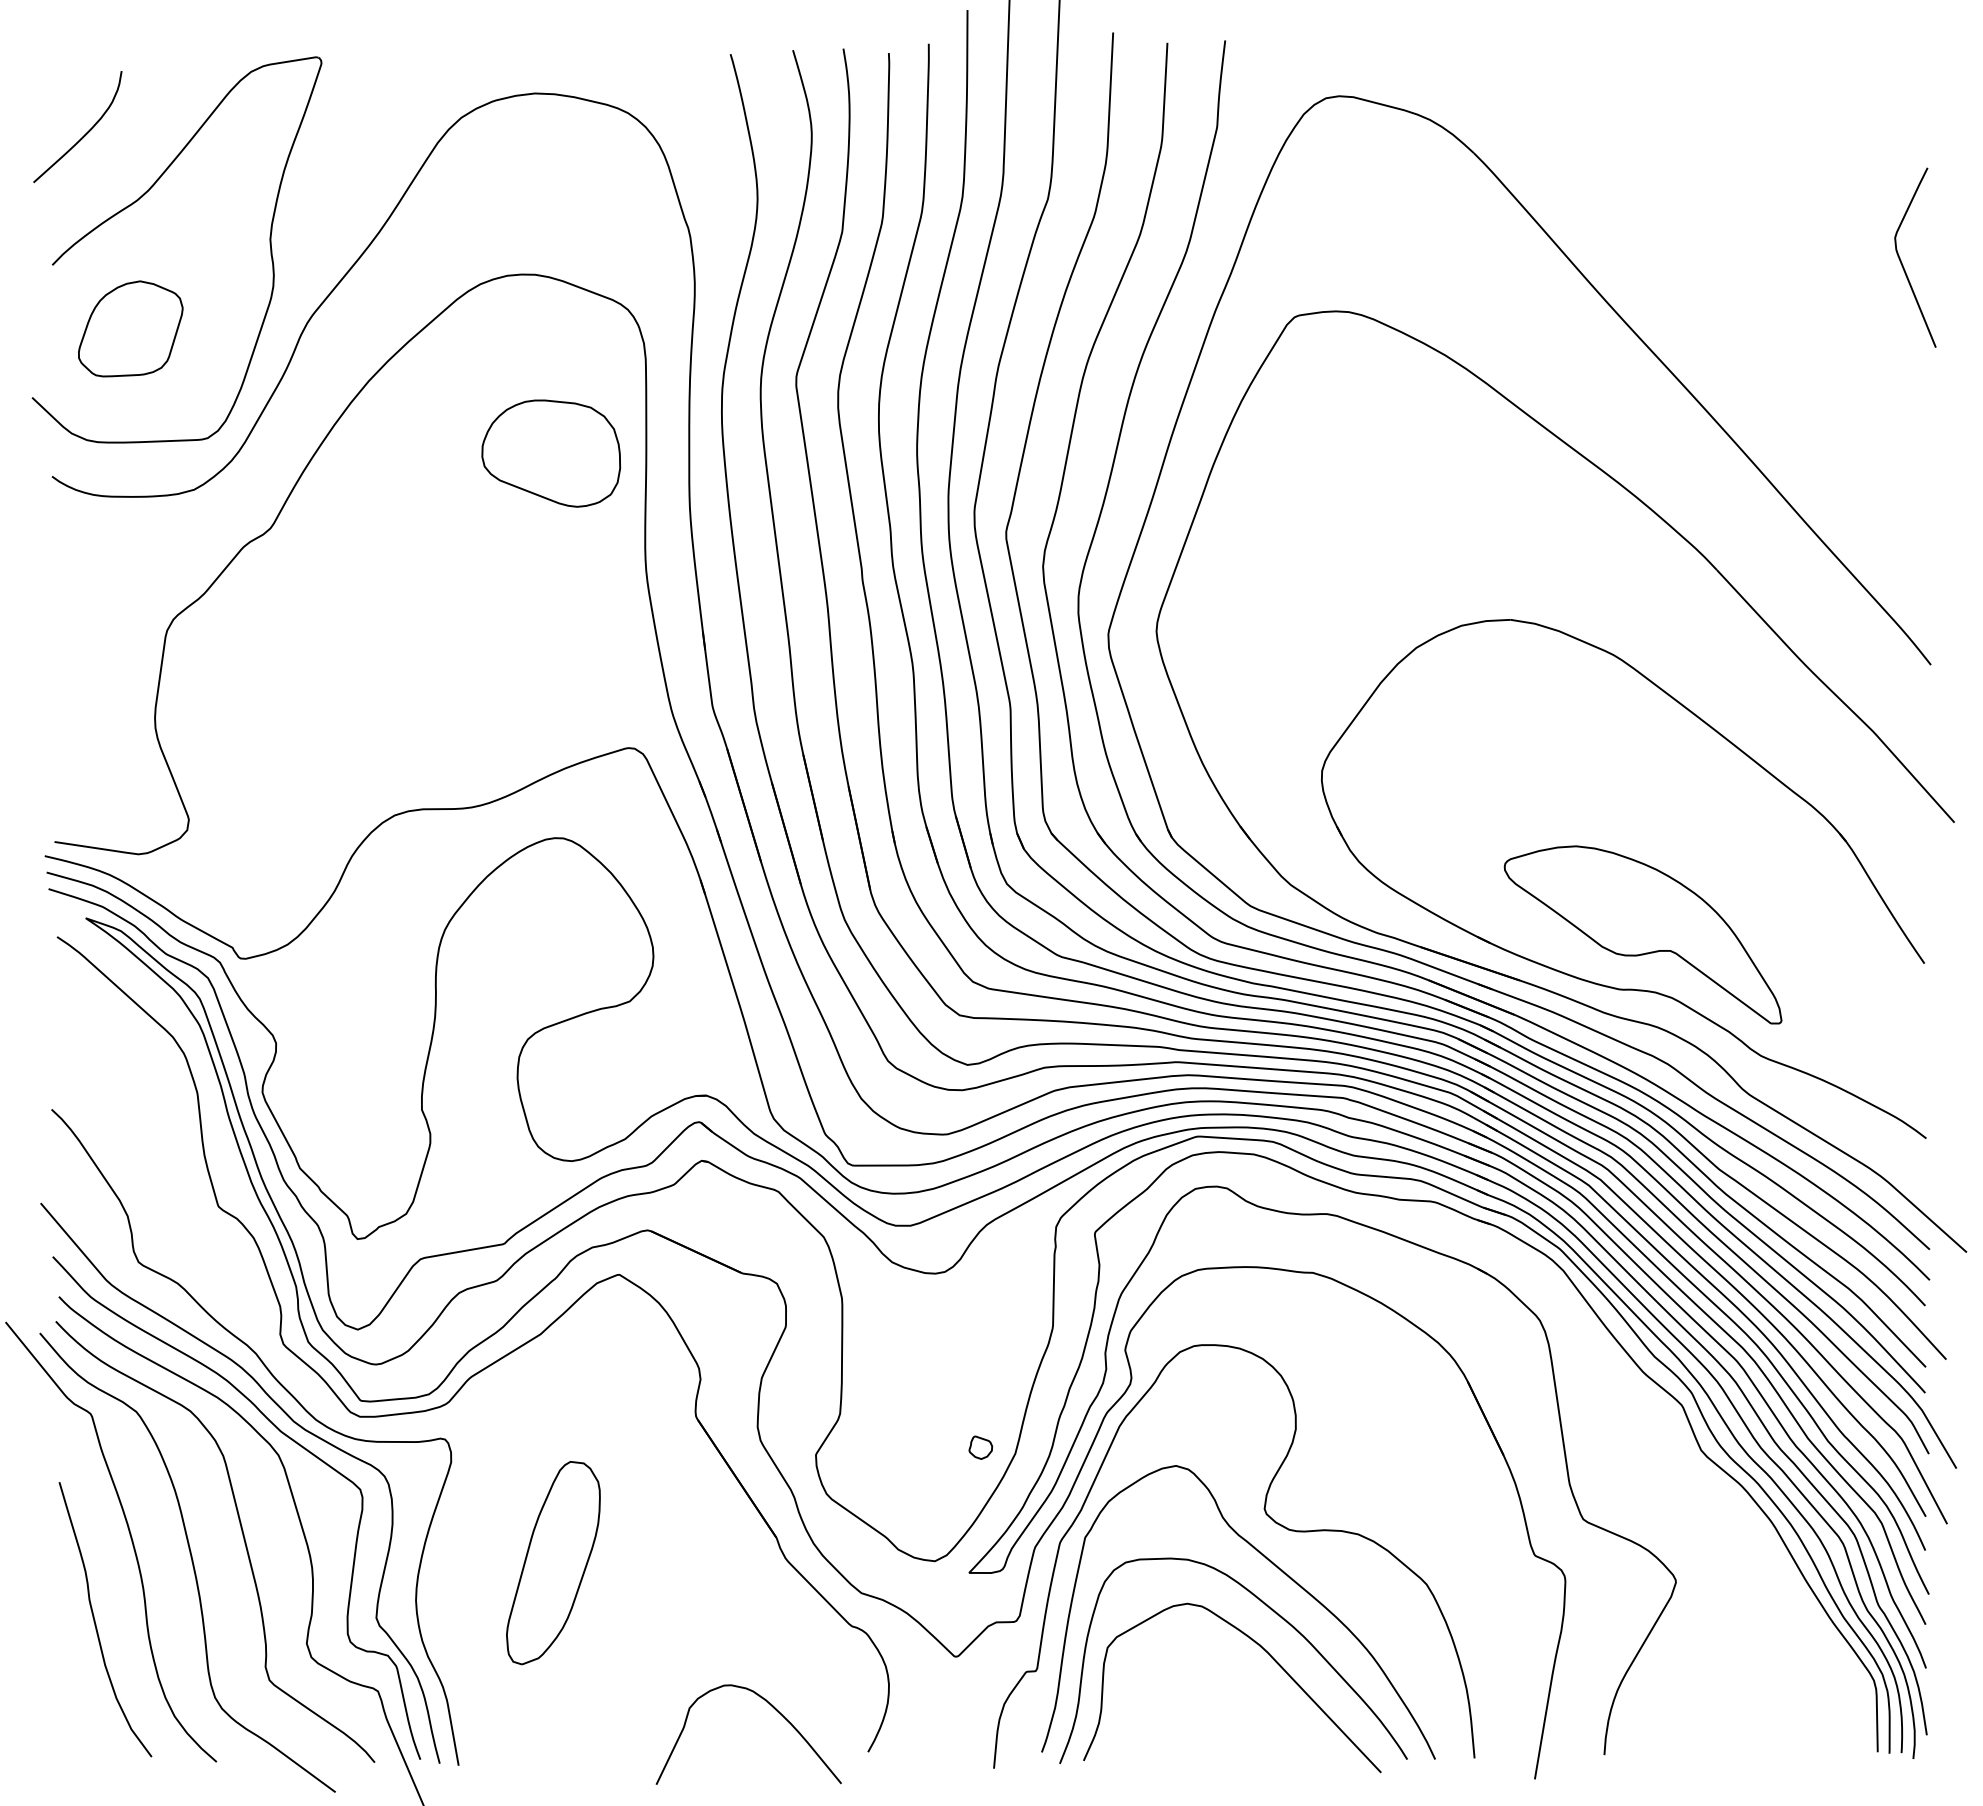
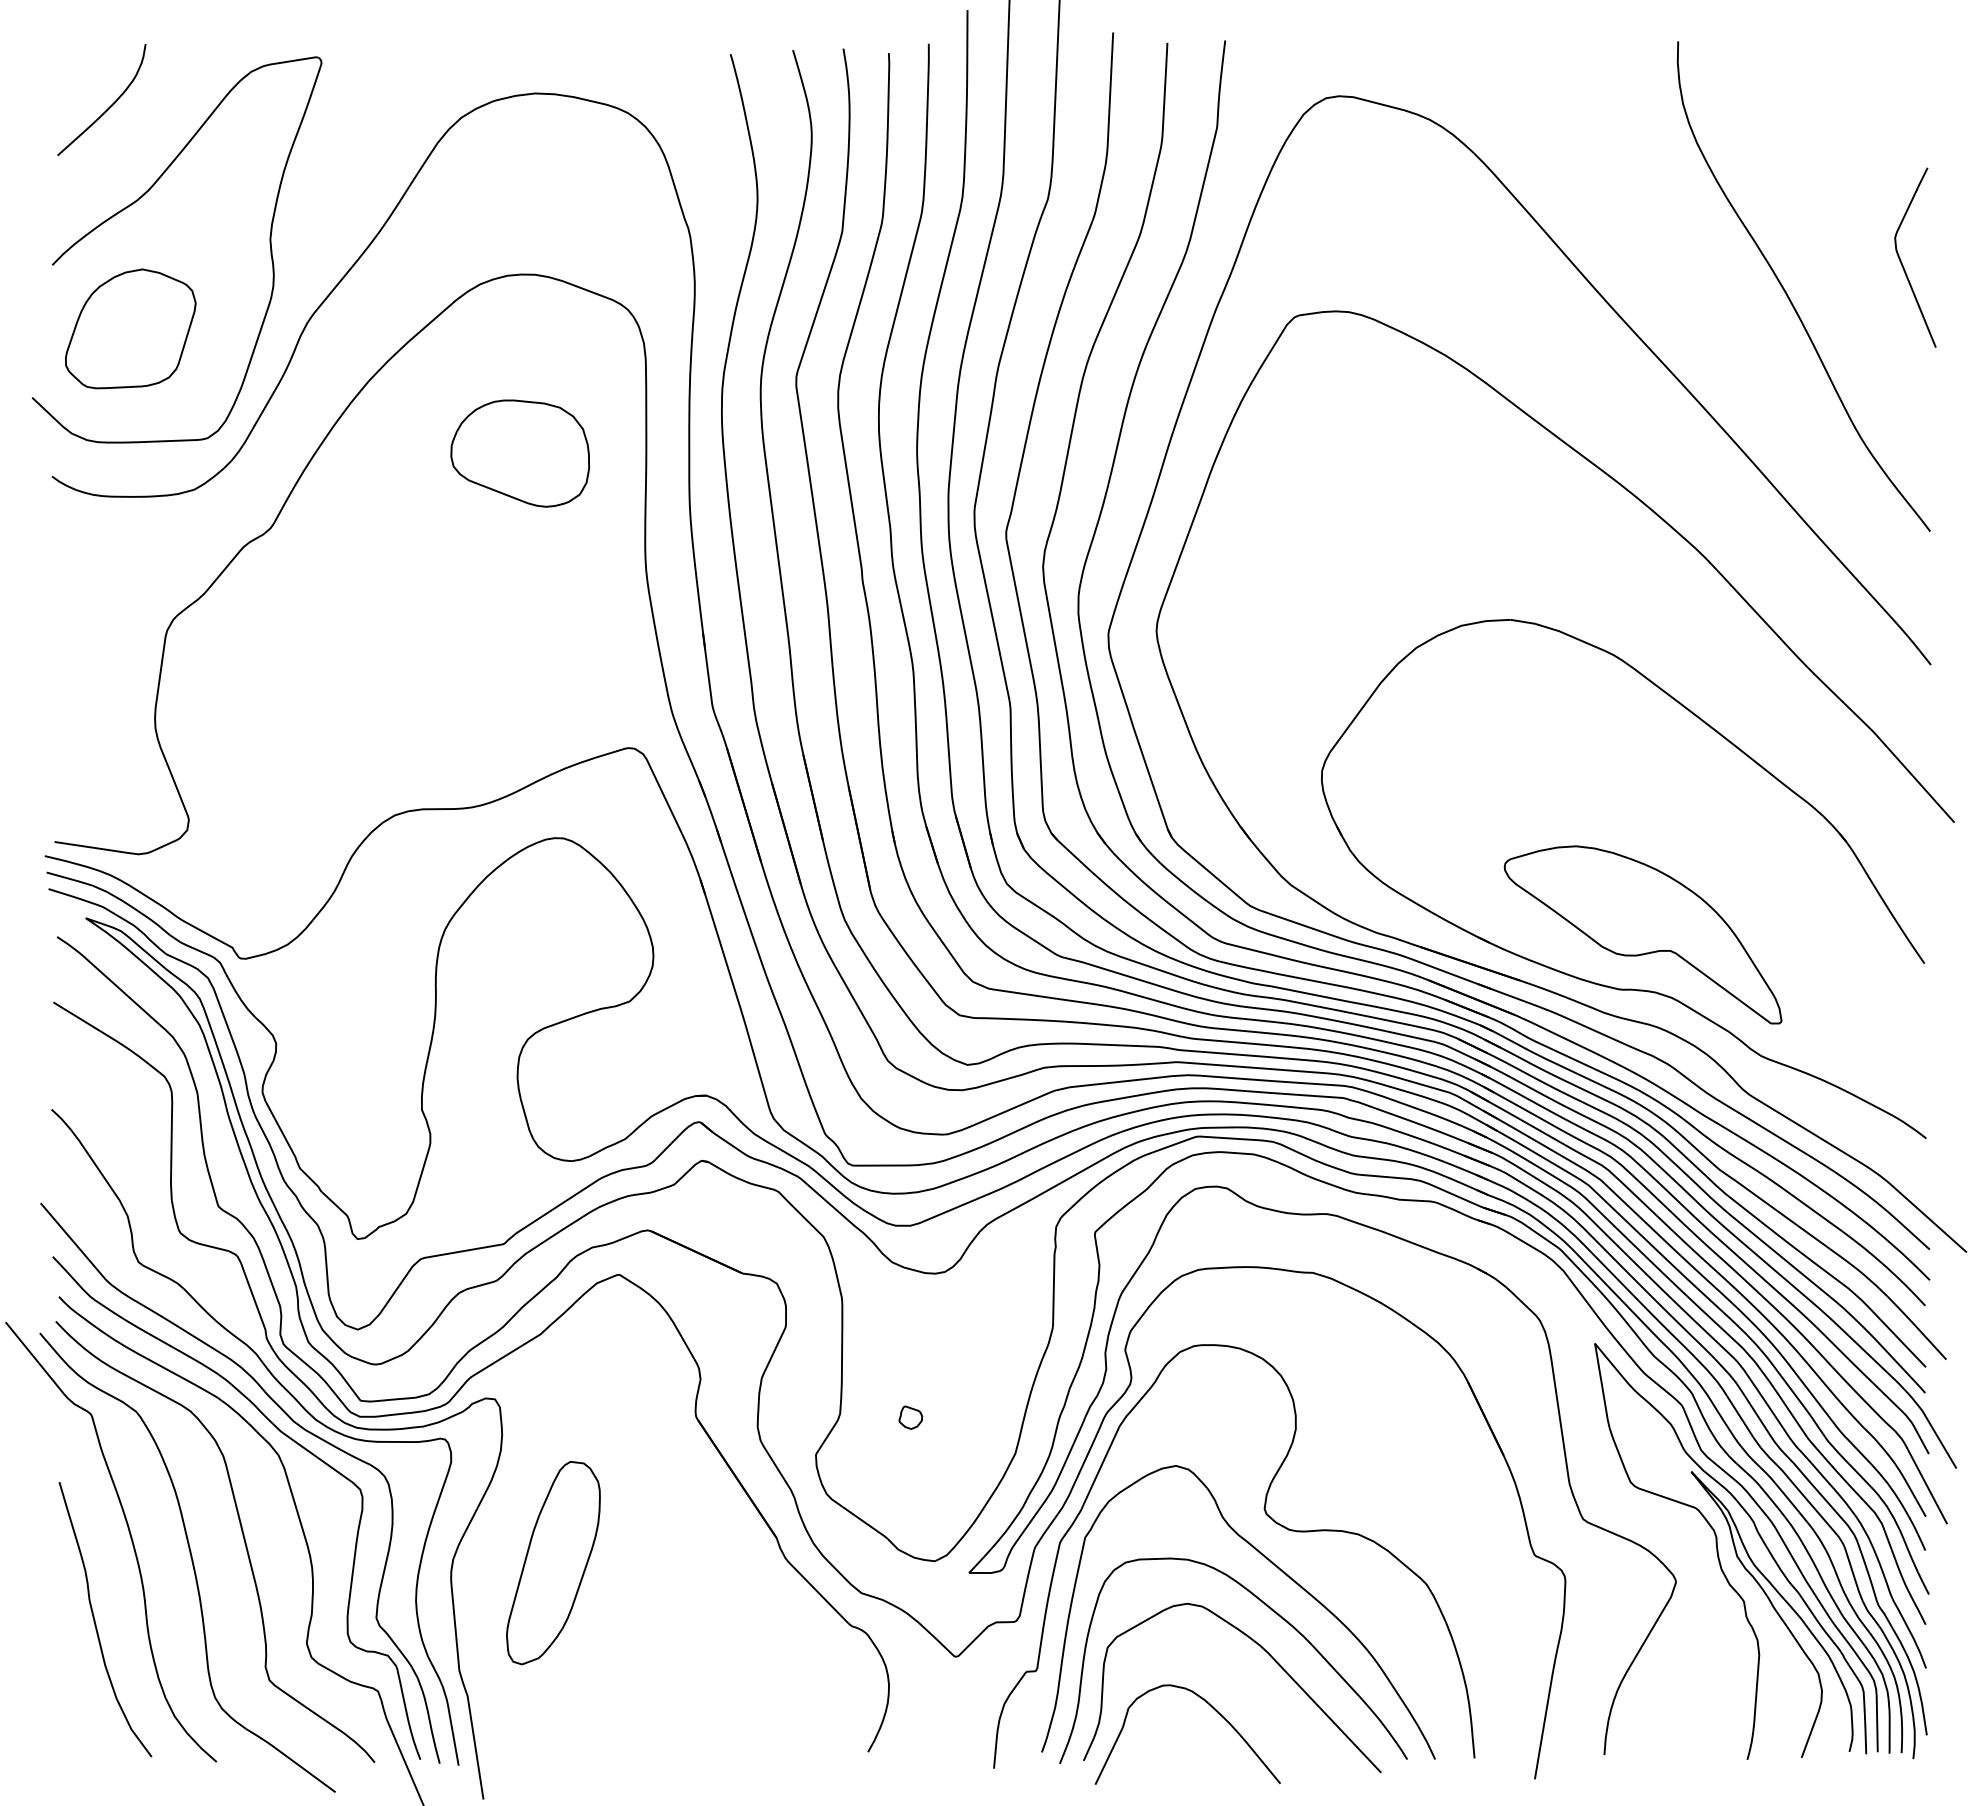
curve at (84, 134) position: (84, 134) -> (108, 107)
curve at (1787, 293): none -> present
part at (130, 328) size: 106x98 px -> 132x122 px
part at (551, 453) position: (551, 453) -> (520, 453)
curve at (295, 1377): none -> present
part at (980, 1447) position: (980, 1447) -> (910, 1417)
part at (1730, 1551): none -> present
curve at (773, 1708) position: (773, 1708) -> (1212, 1708)
